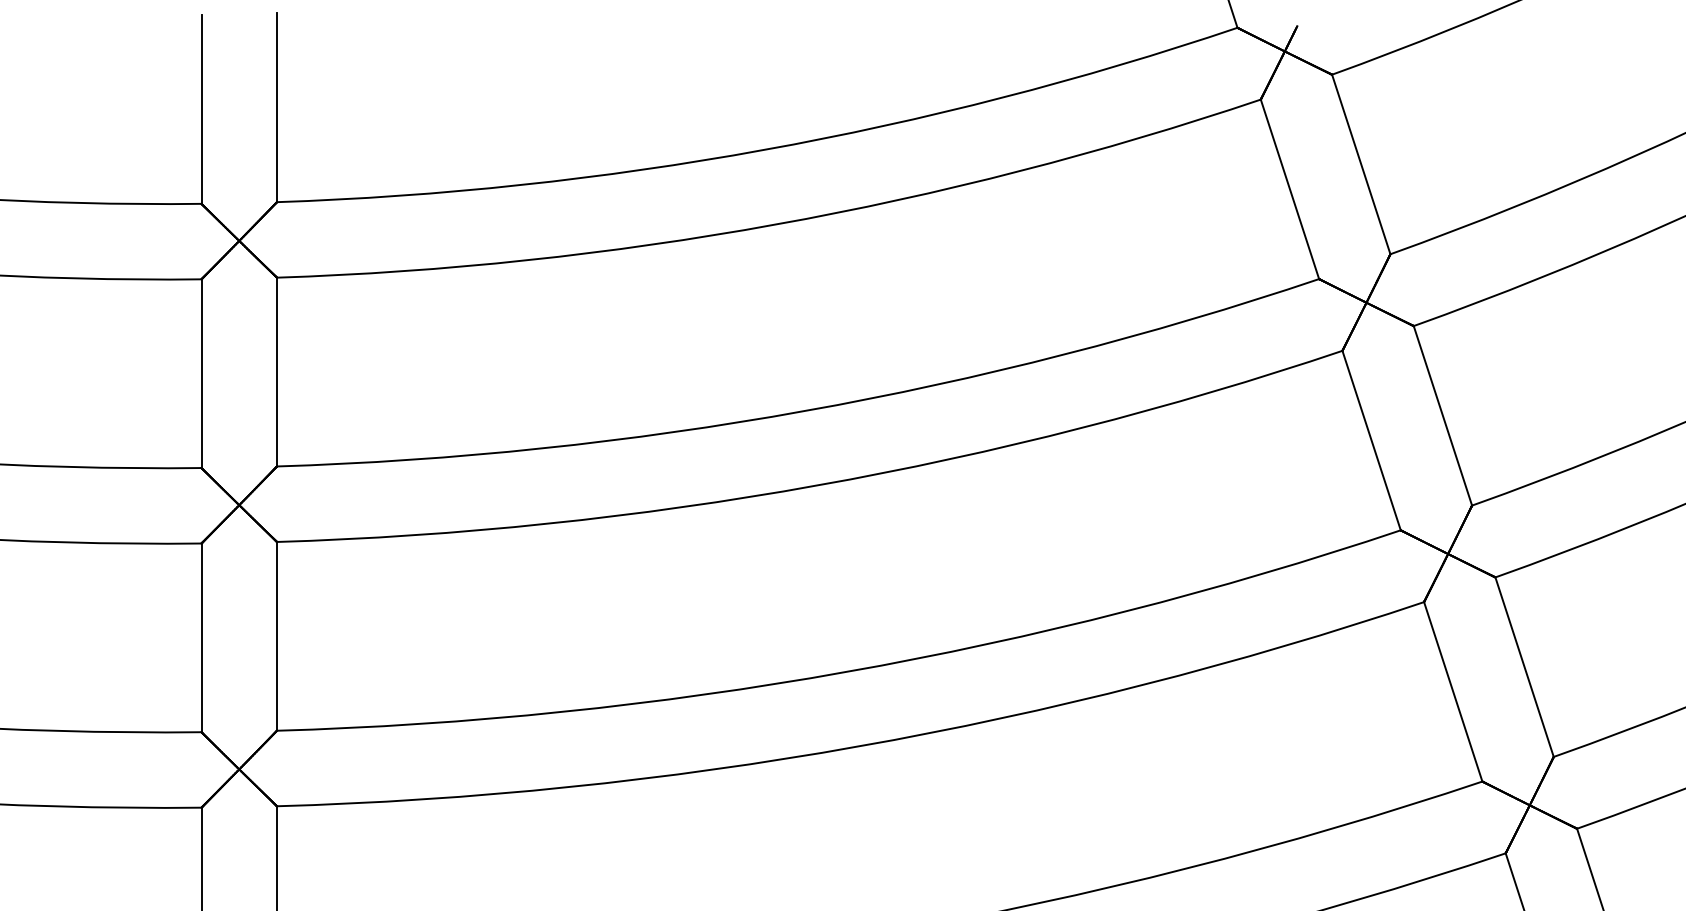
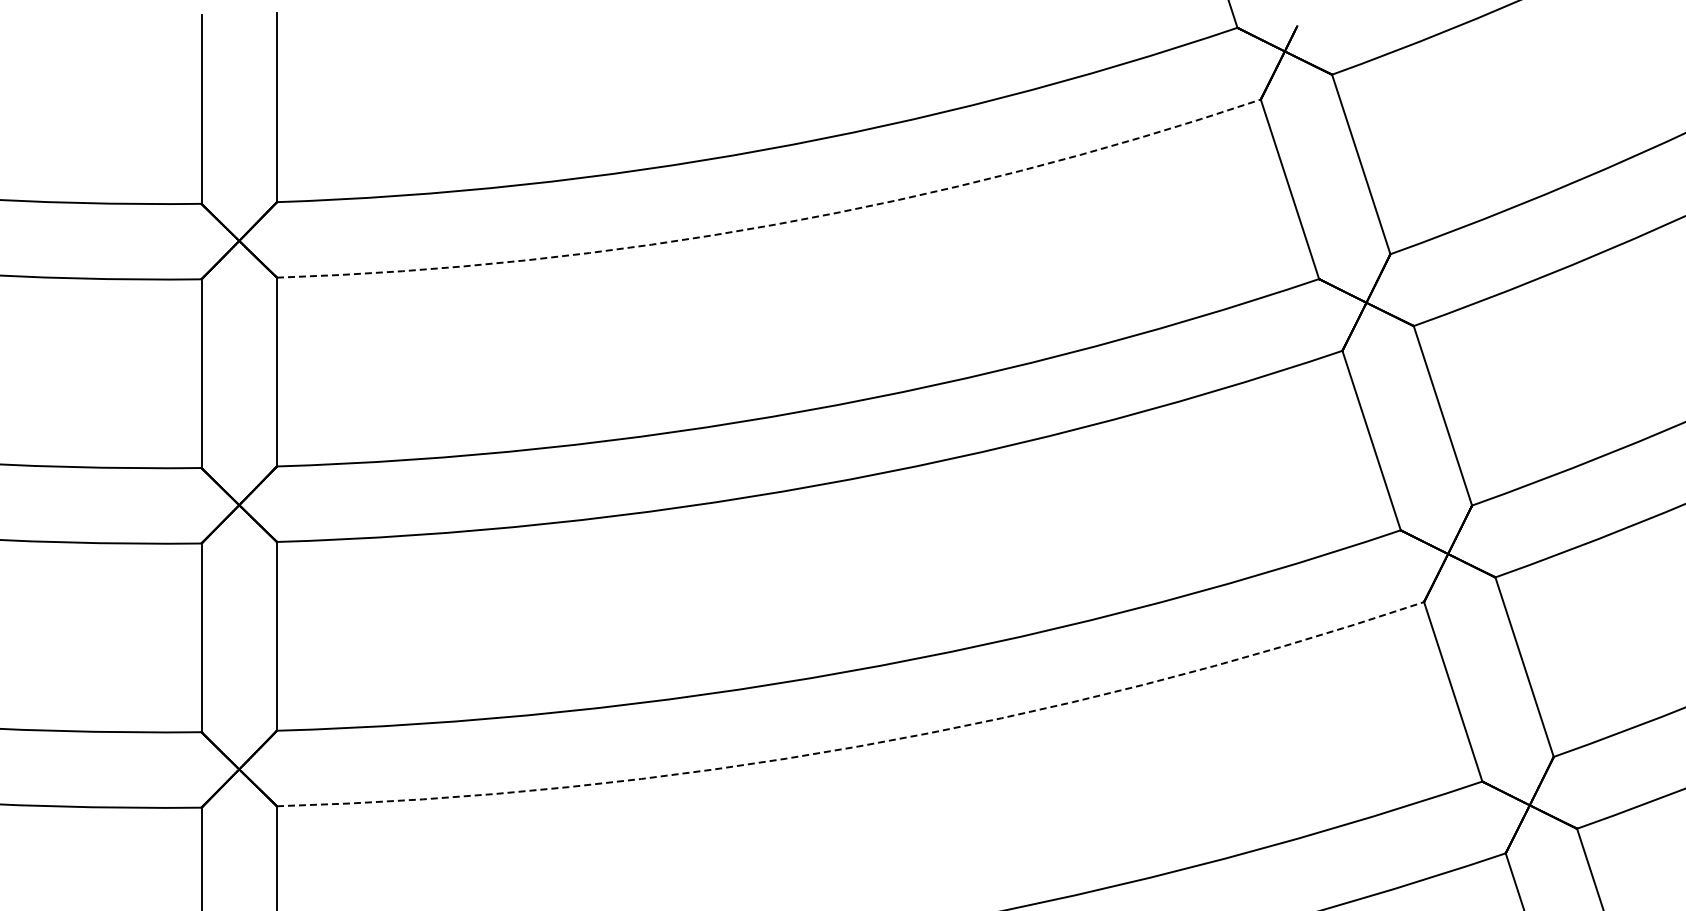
arc at (775, 224): solid -> dashed
arc at (858, 746): solid -> dashed
